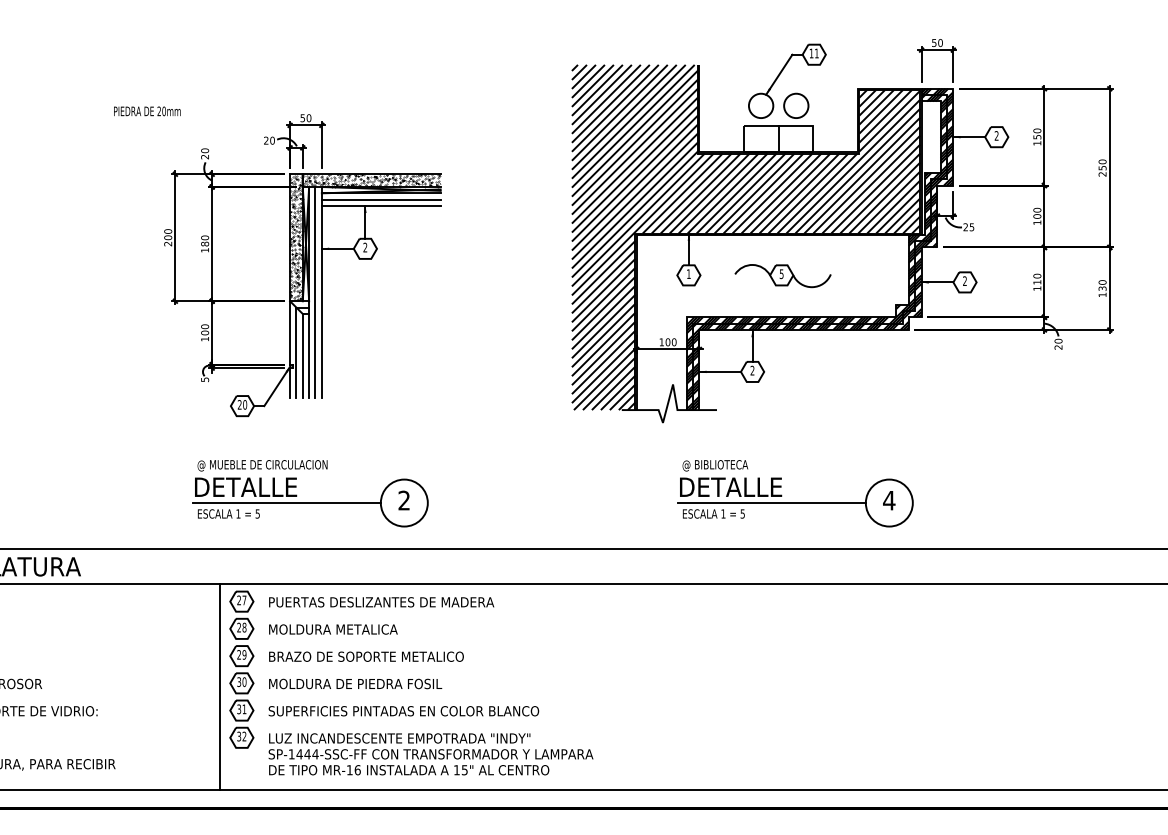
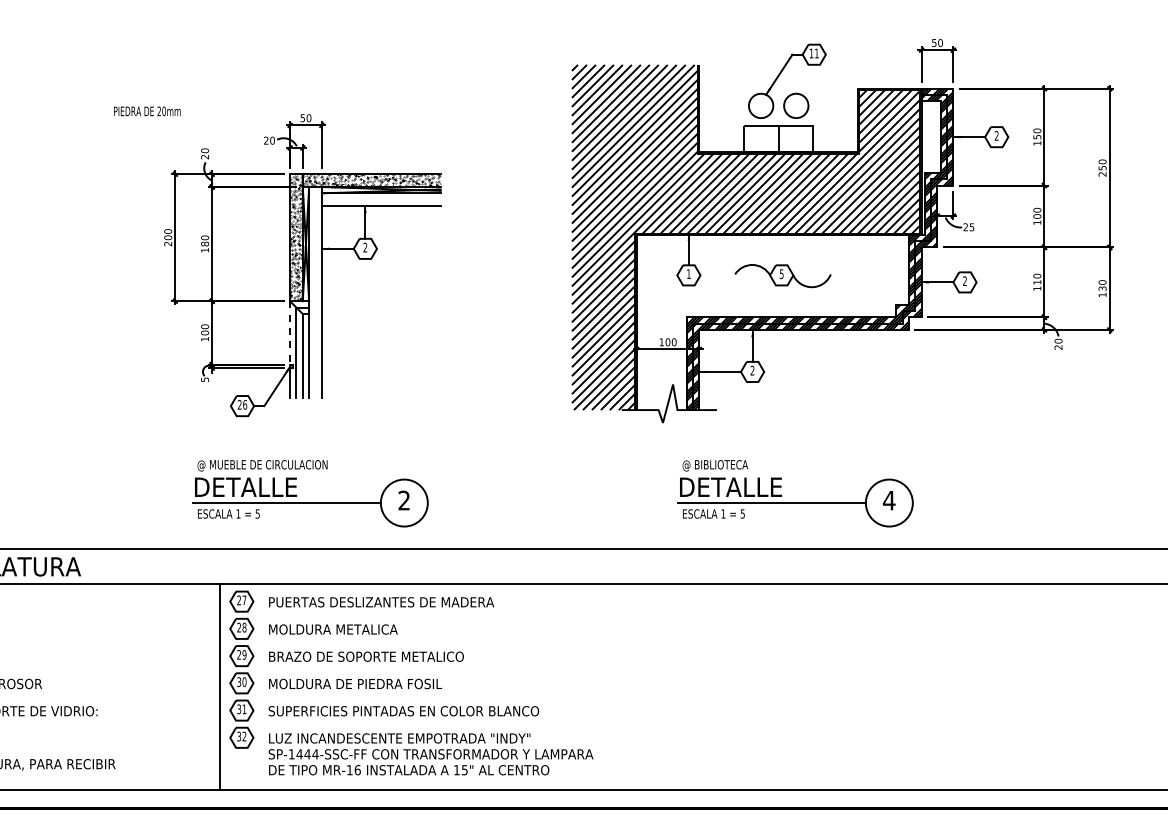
line at (380, 199): present -> none
line at (315, 292): present -> none
line at (290, 333): solid -> dashed
text at (245, 404): 20 -> 26
